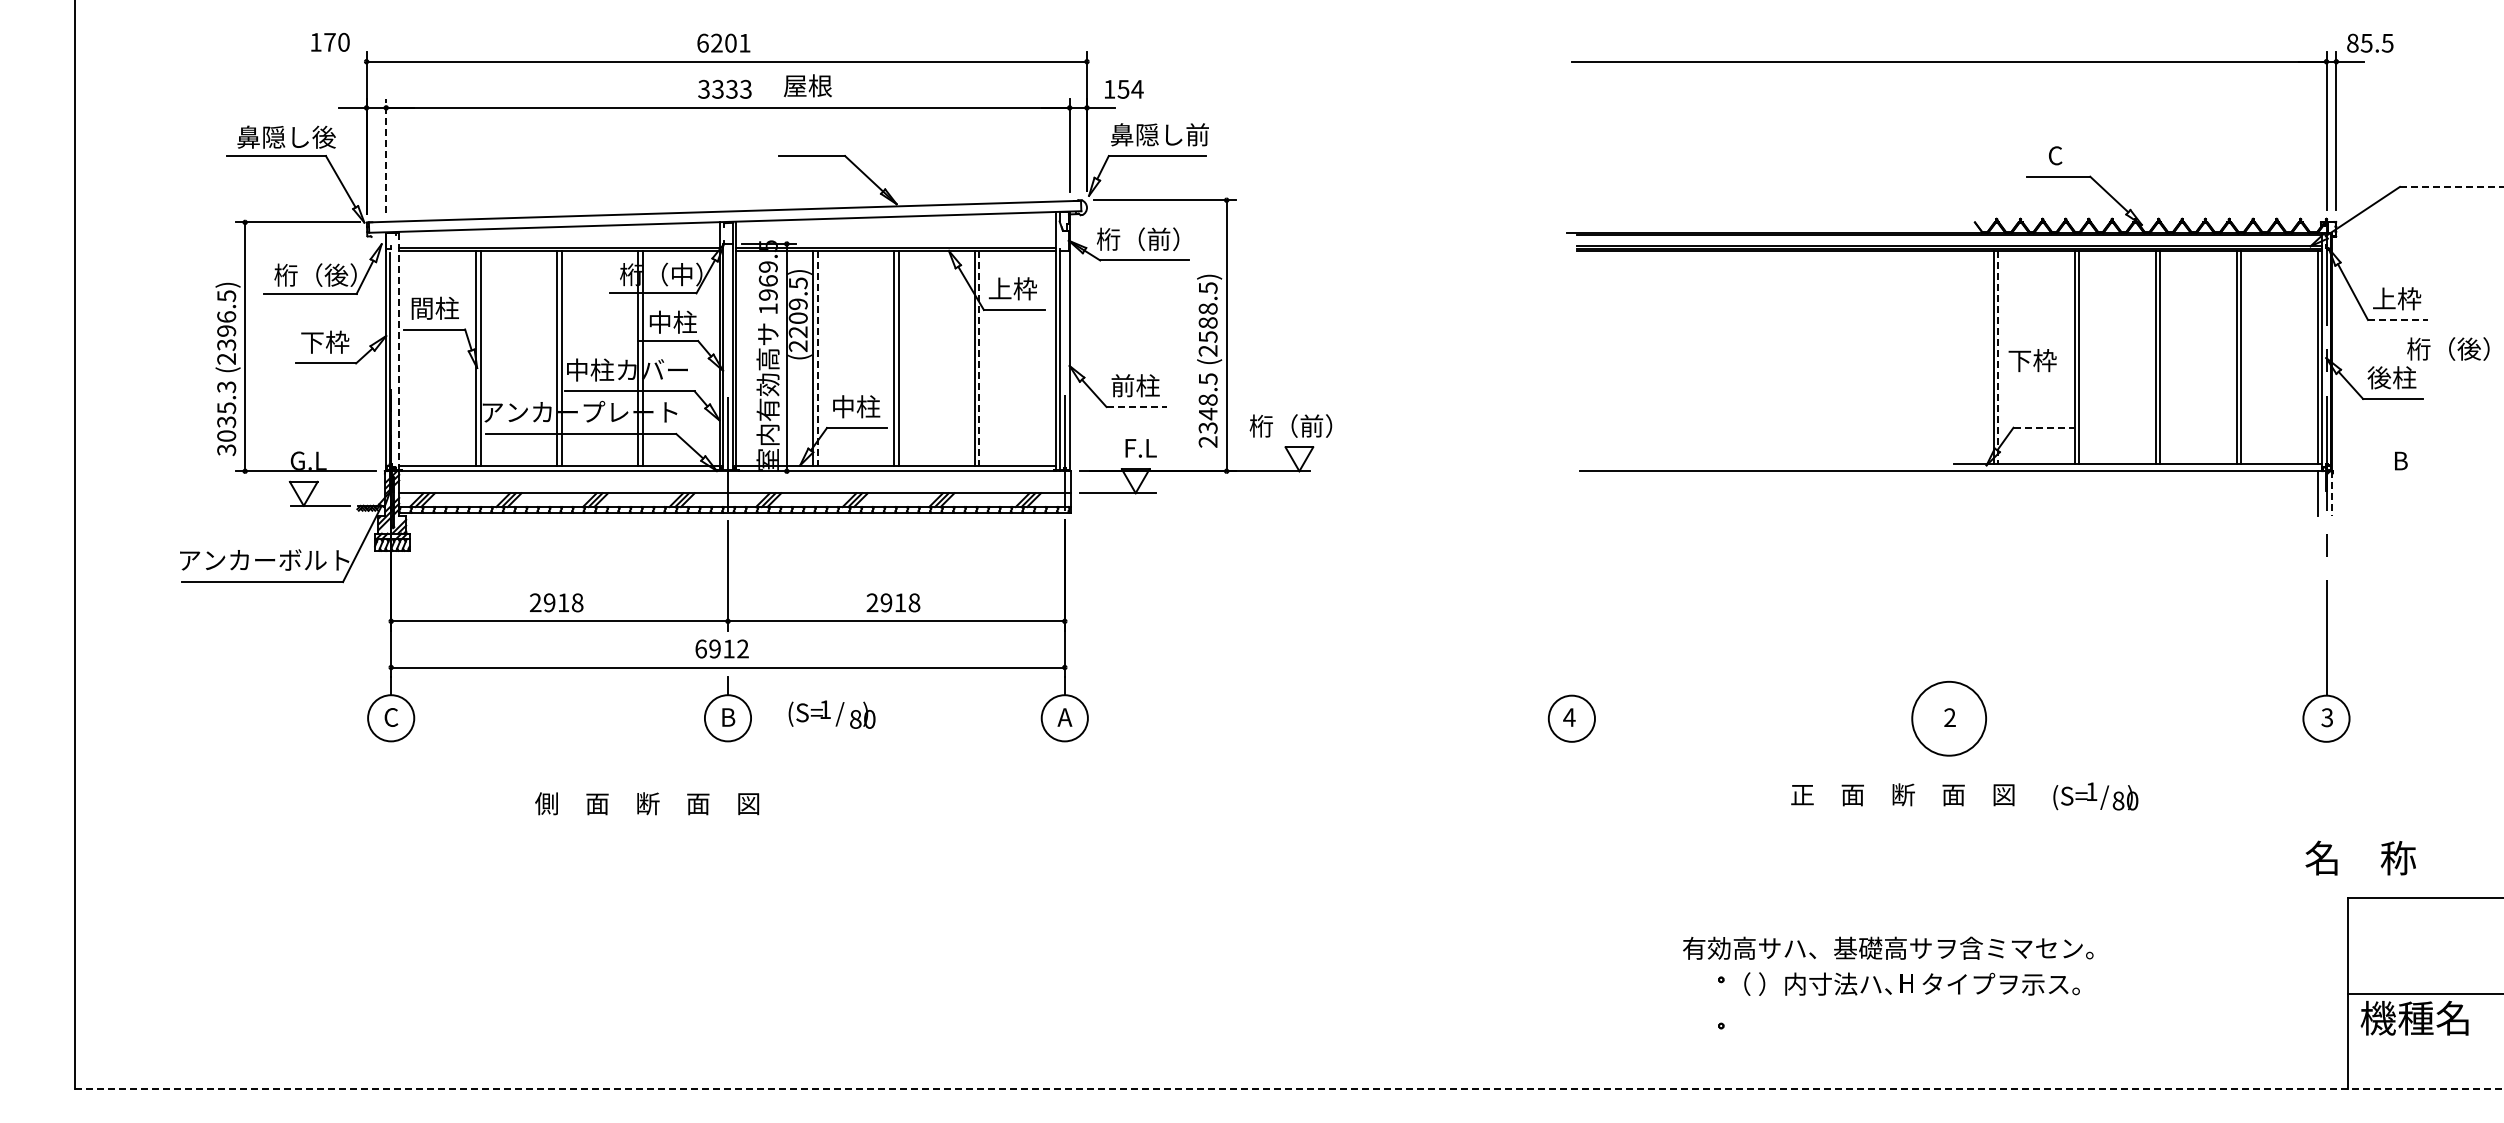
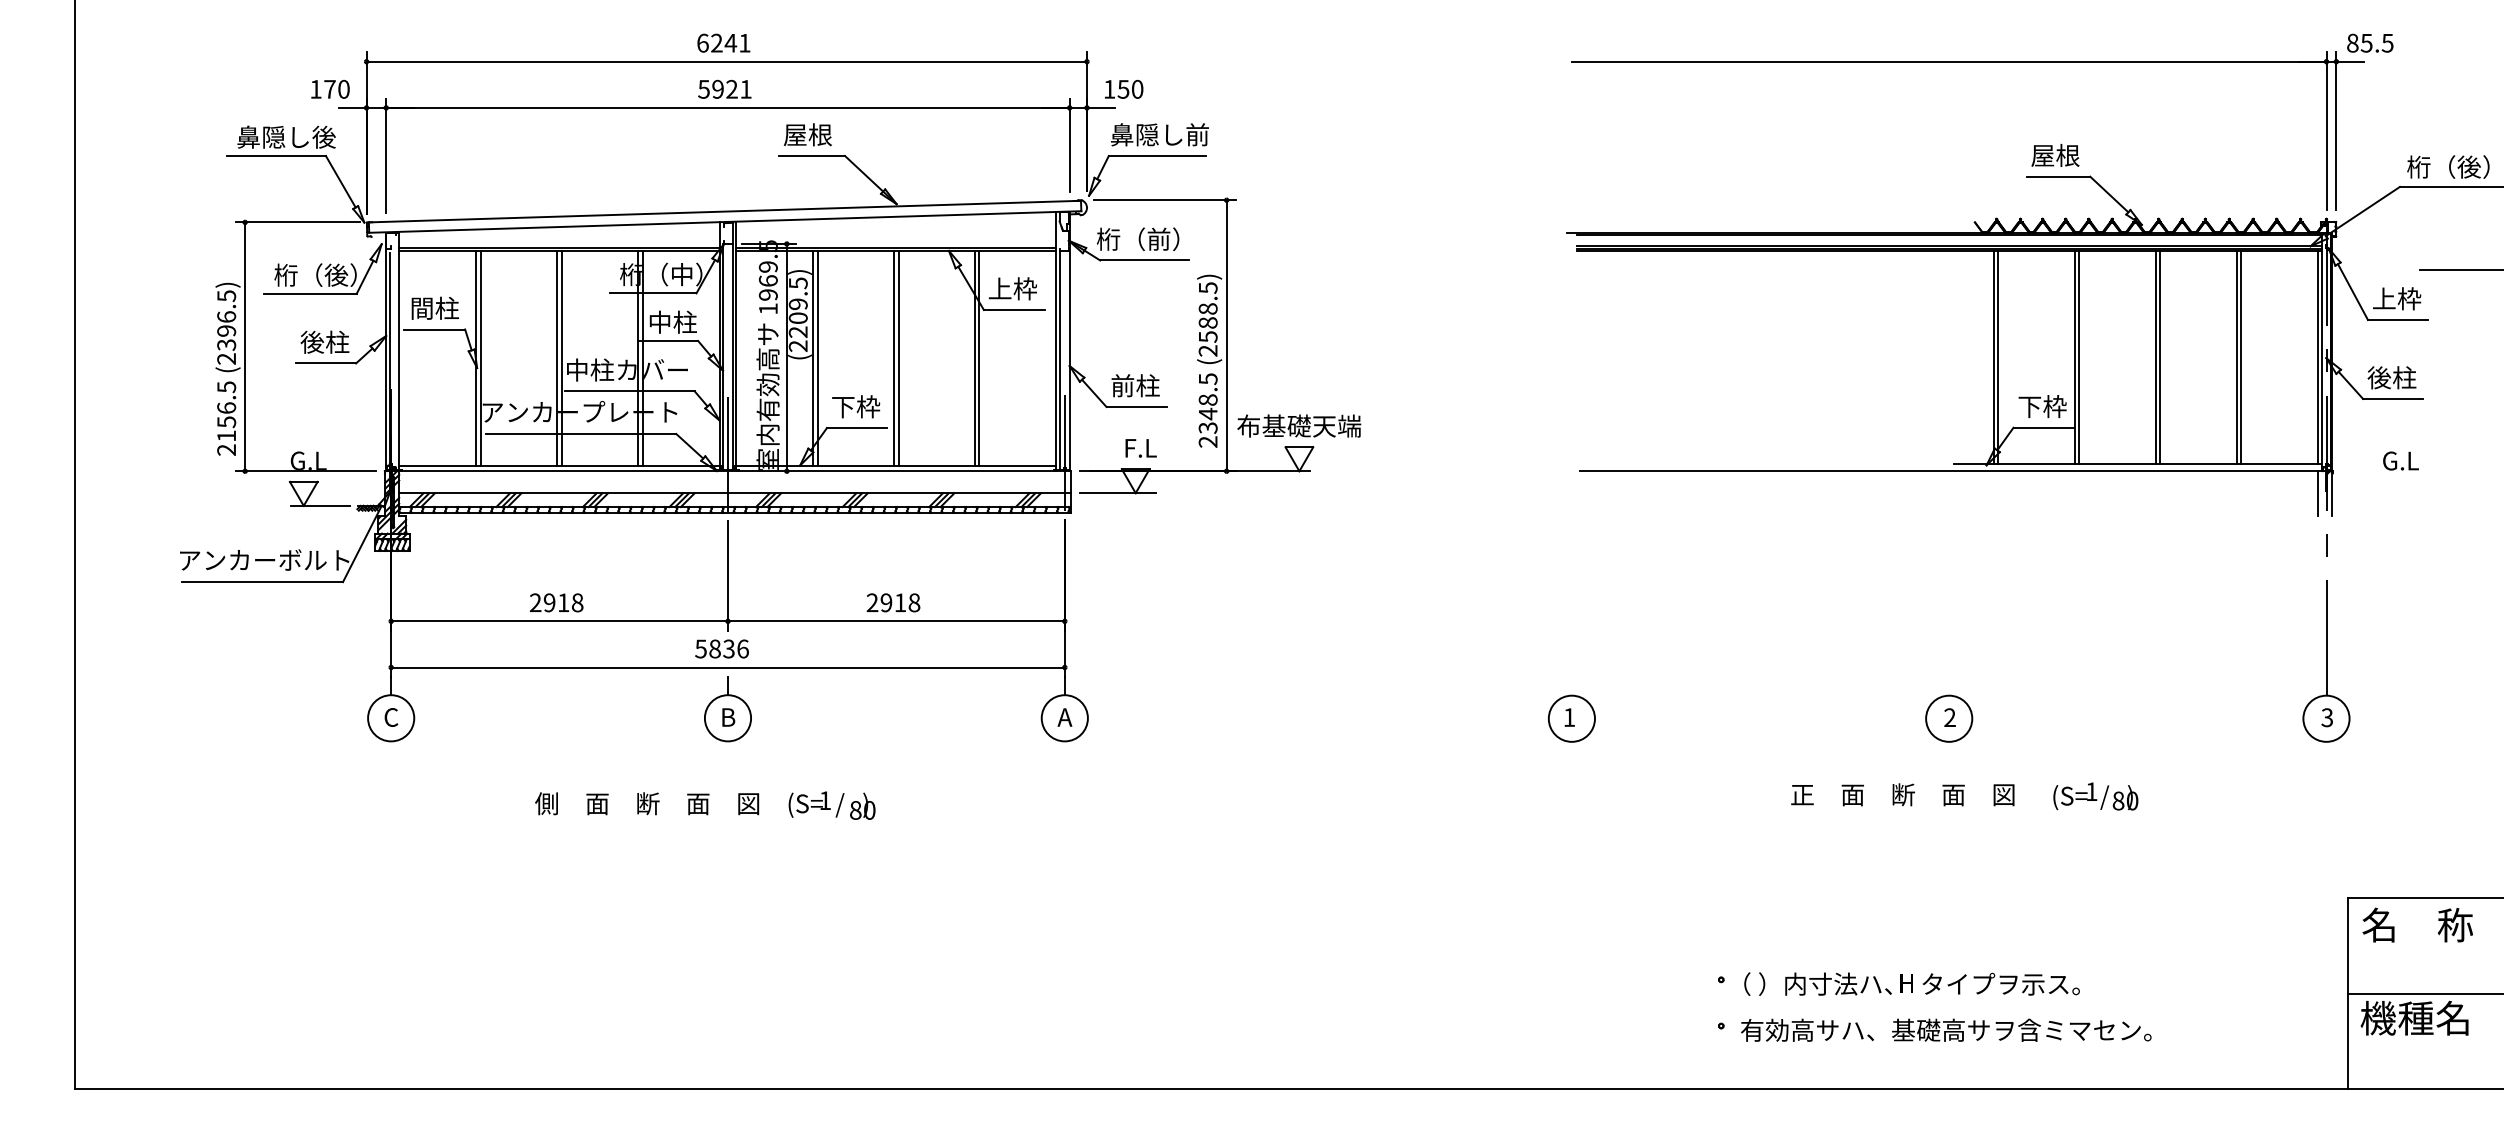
text at (330, 42) position: (330, 42) -> (330, 89)
text at (730, 42): 6201 -> 6241
text at (807, 85) position: (807, 85) -> (807, 134)
text at (724, 88): 3333 -> 5921
text at (1137, 88): 154 -> 150
text at (2055, 154): C -> 屋根
line at (386, 155): dashed -> solid
line at (2451, 186): dashed -> solid
line at (2460, 270): none -> present
line at (2398, 320): dashed -> solid
text at (324, 341): 下枠 -> 後柱
text at (2448, 348) position: (2448, 348) -> (2448, 166)
line at (399, 352): dashed -> solid
line at (1998, 357): dashed -> solid
line at (817, 358): dashed -> solid
line at (979, 358): dashed -> solid
text at (2032, 360) position: (2032, 360) -> (2042, 406)
text at (856, 406): 中柱 -> 下枠
line at (1137, 406): dashed -> solid
text at (226, 418): 3035.3 -> 2156.5
text at (1299, 425): 桁（前） -> 布基礎天端
line at (2044, 427): dashed -> solid
text at (2400, 460): B -> G.L
line at (2332, 493): dashed -> solid
text at (721, 648): 6912 -> 5836
text at (831, 714) position: (831, 714) -> (831, 805)
text at (1569, 717): 4 -> 1
circle at (1949, 718) diameter: 74 px -> 46 px
text at (2360, 857) position: (2360, 857) -> (2417, 924)
text at (1888, 947) position: (1888, 947) -> (1946, 1029)
line at (1289, 1089): dashed -> solid
